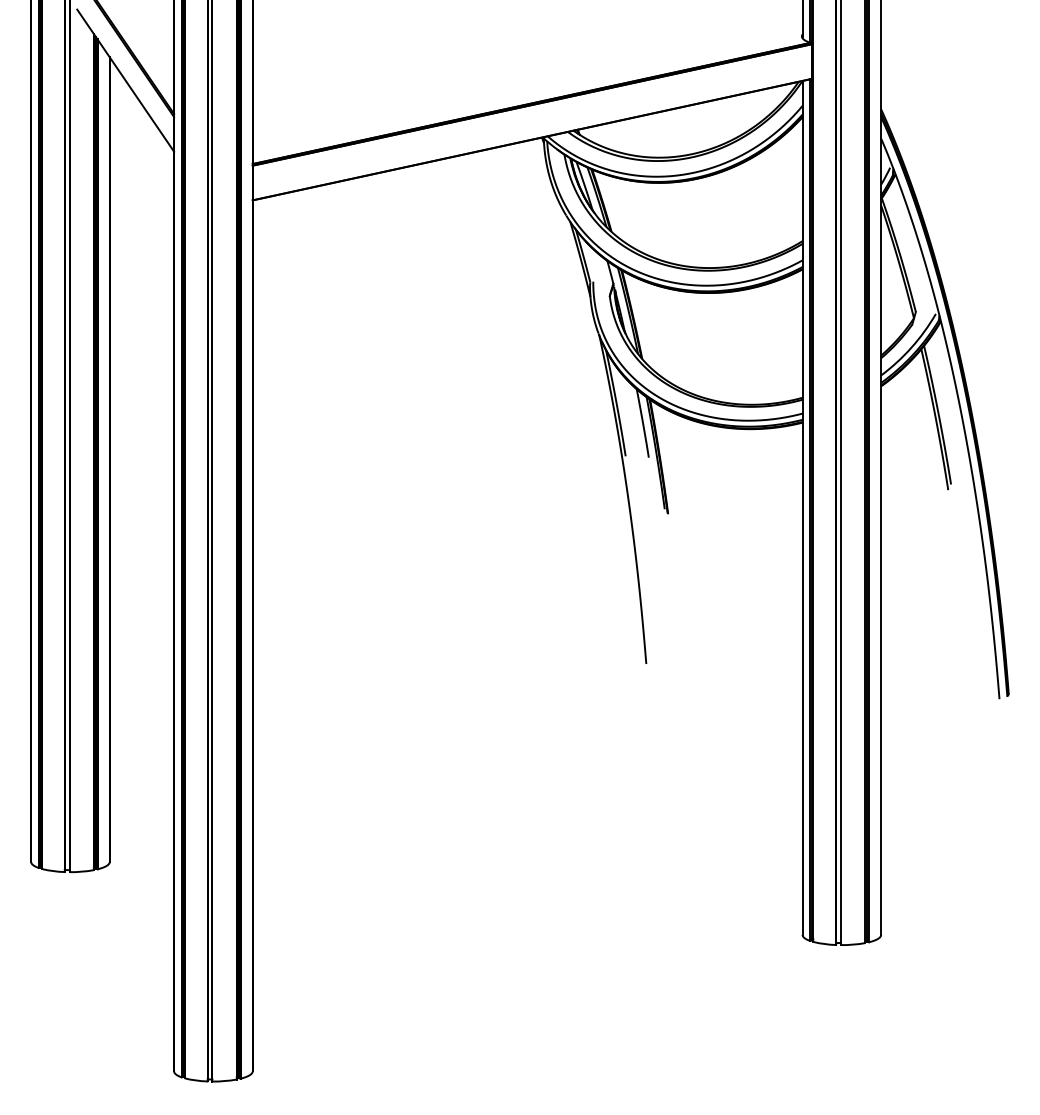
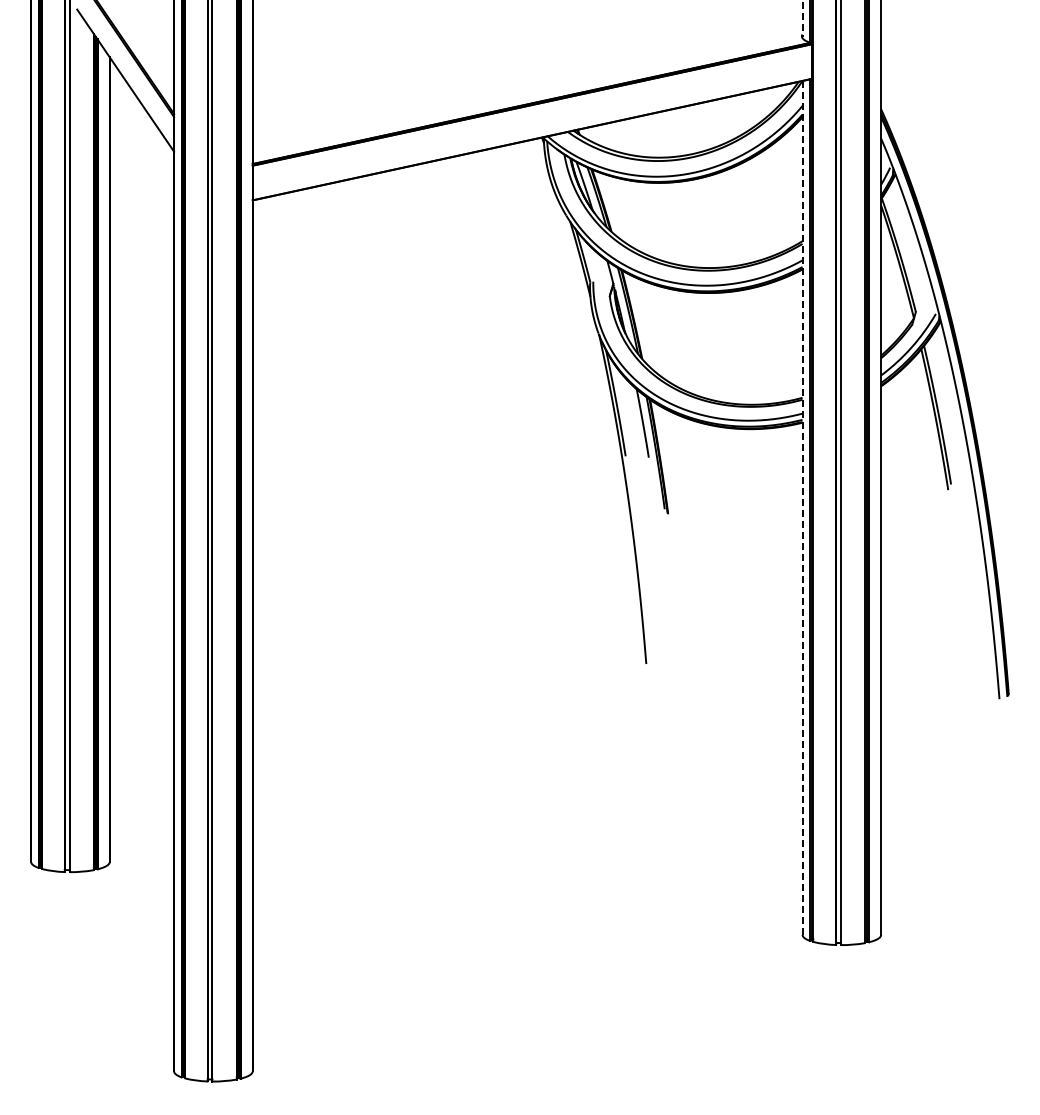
line at (802, 18): solid -> dashed
line at (802, 507): solid -> dashed
